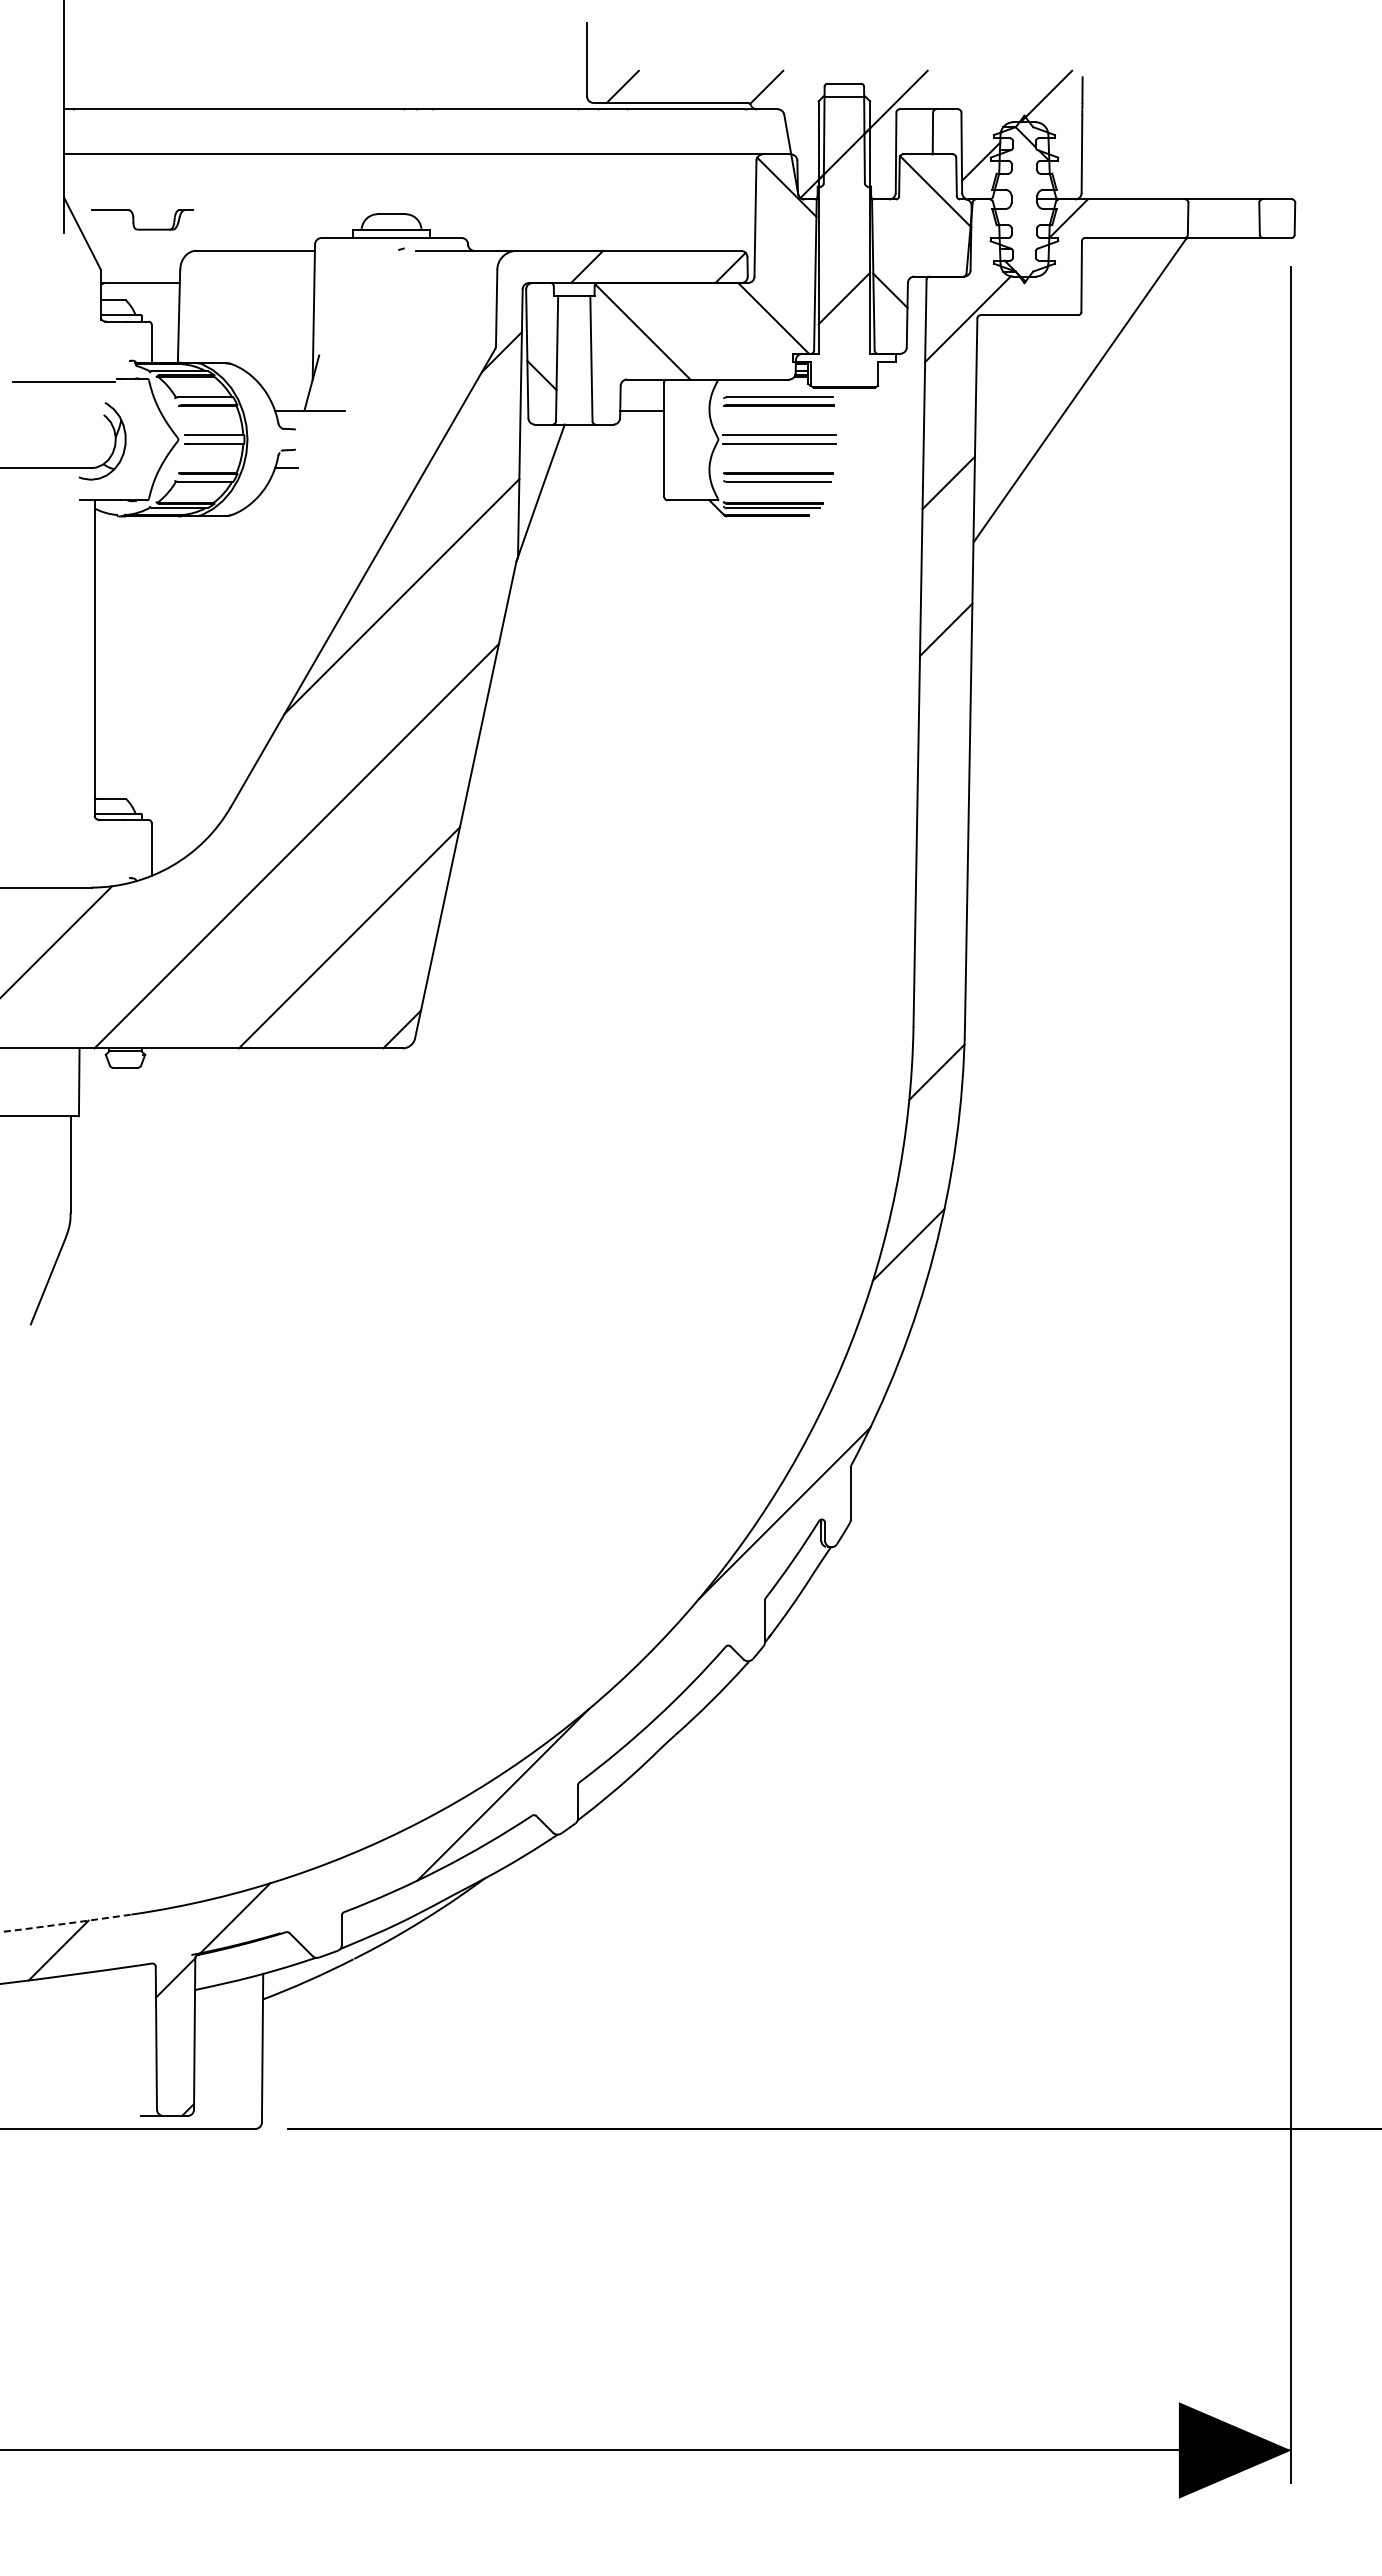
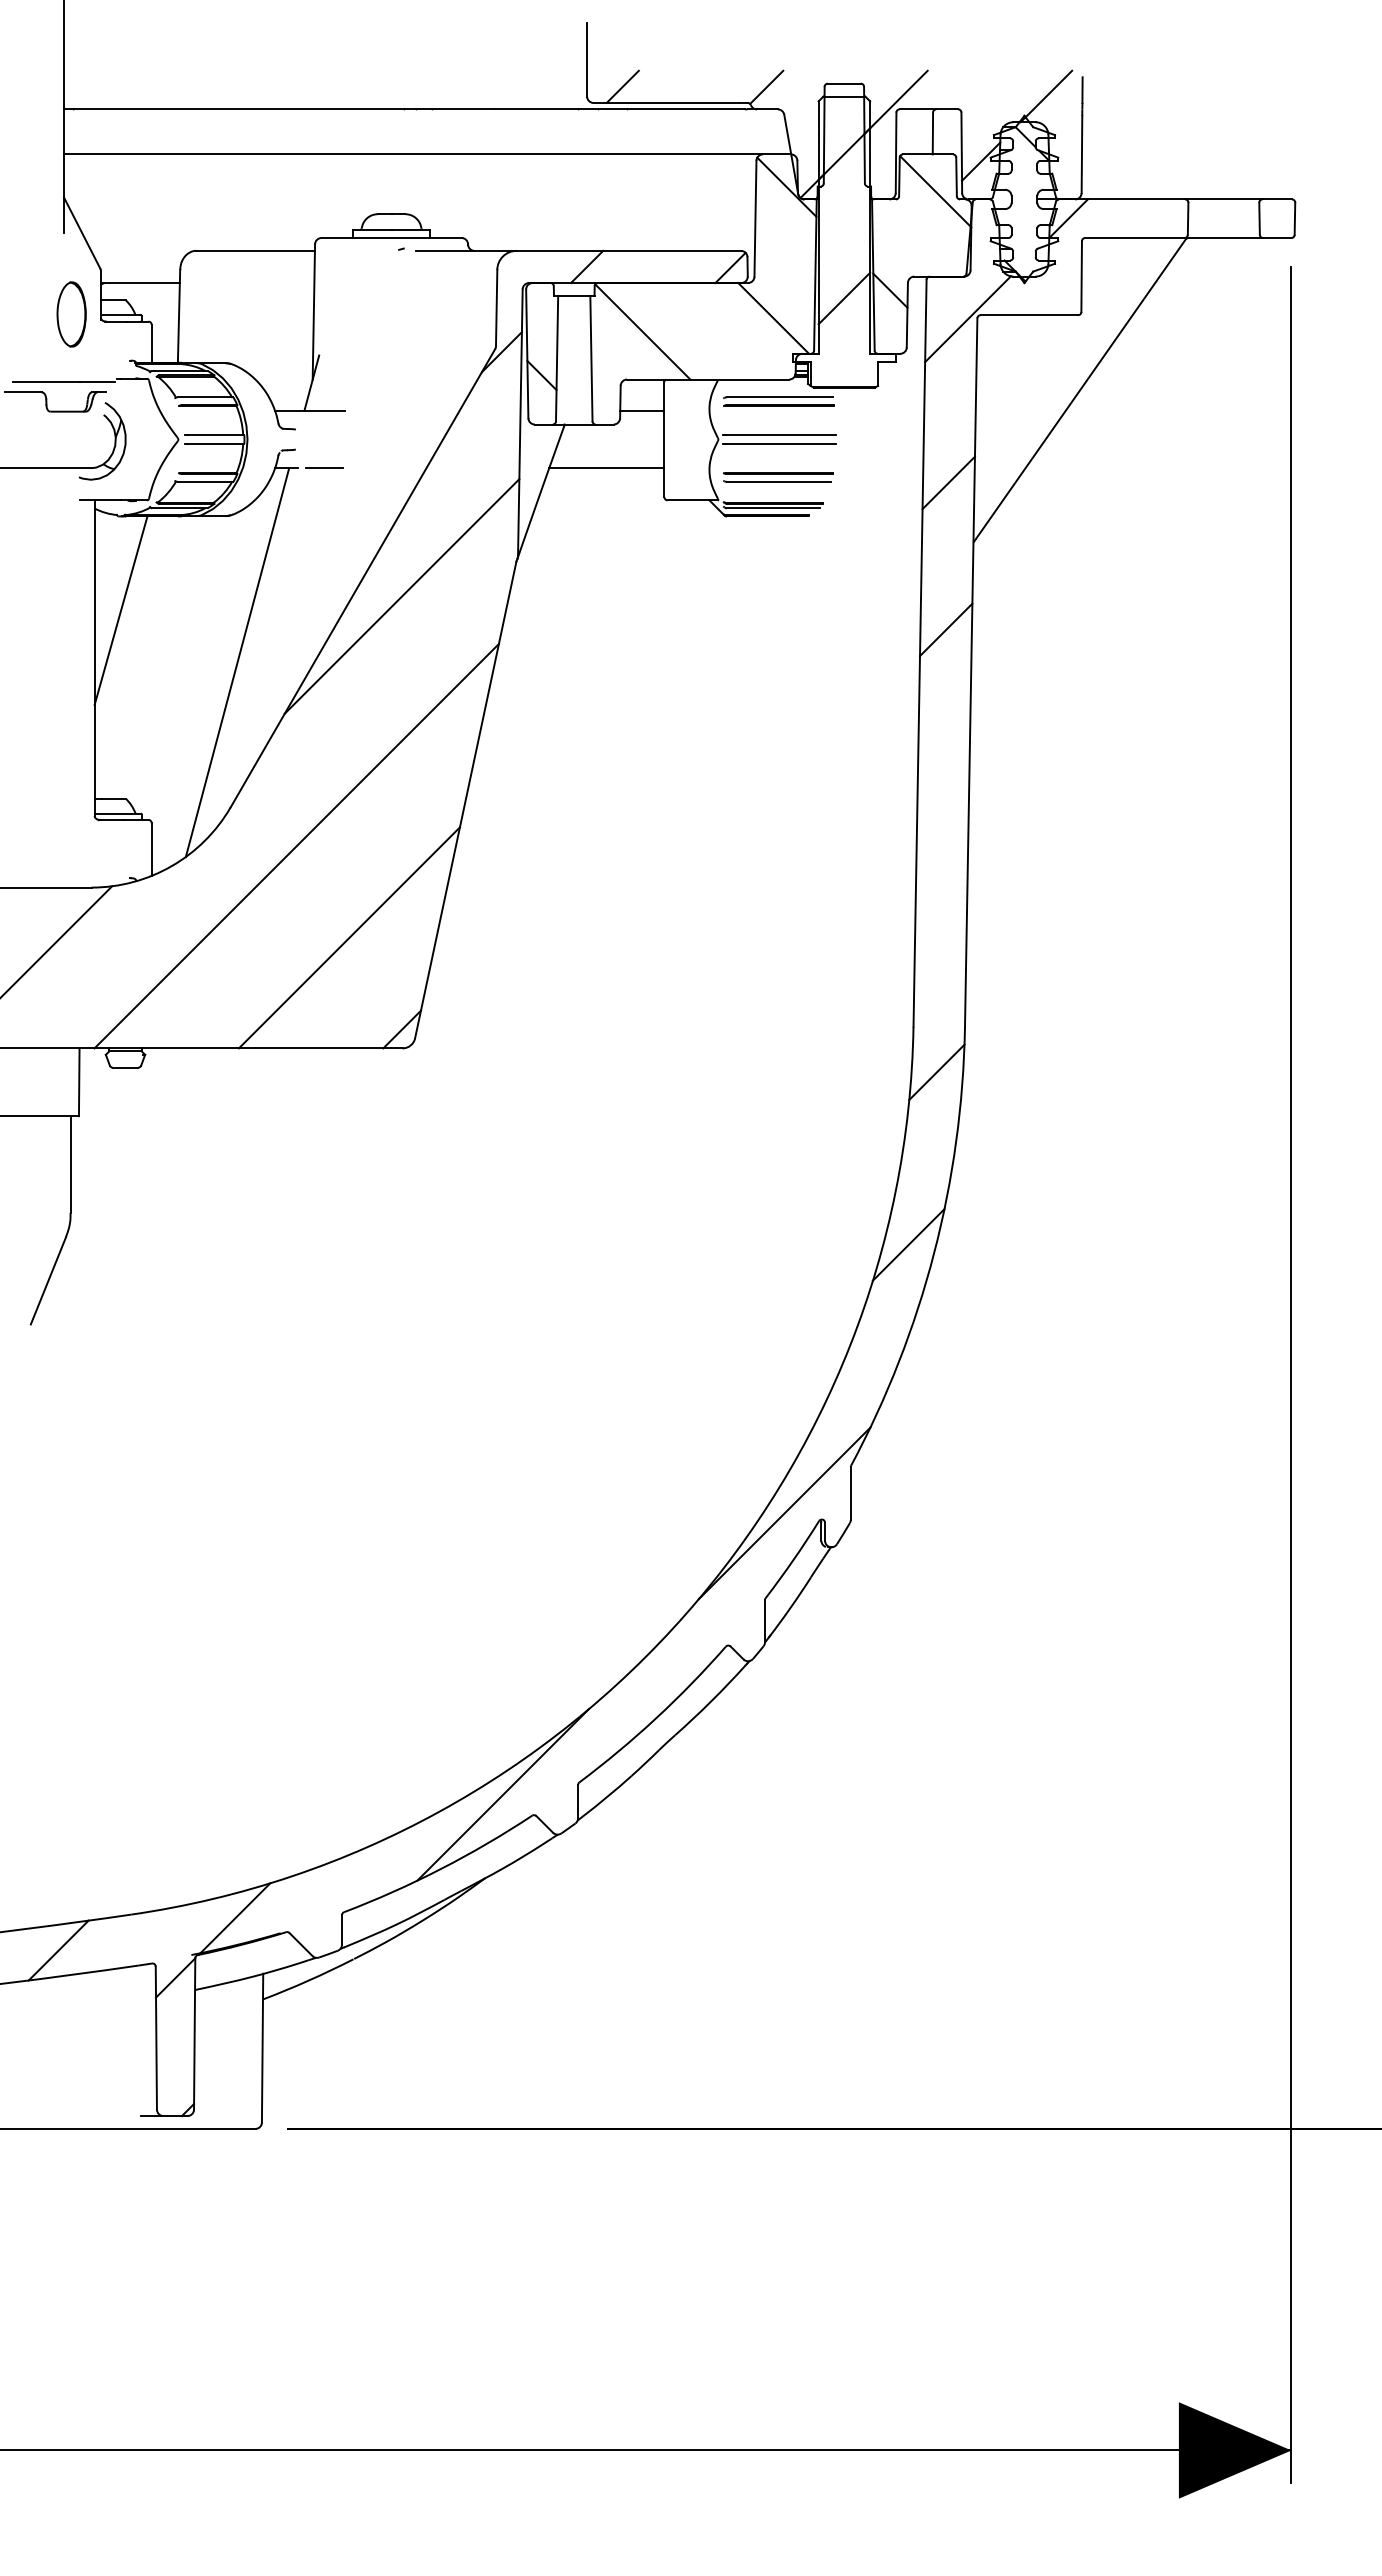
part at (134, 219) position: (134, 219) -> (47, 401)
part at (71, 314): none -> present
line at (324, 468): none -> present
line at (606, 468): none -> present
line at (120, 610): none -> present
line at (237, 662): none -> present
arc at (65, 1923): dashed -> solid
